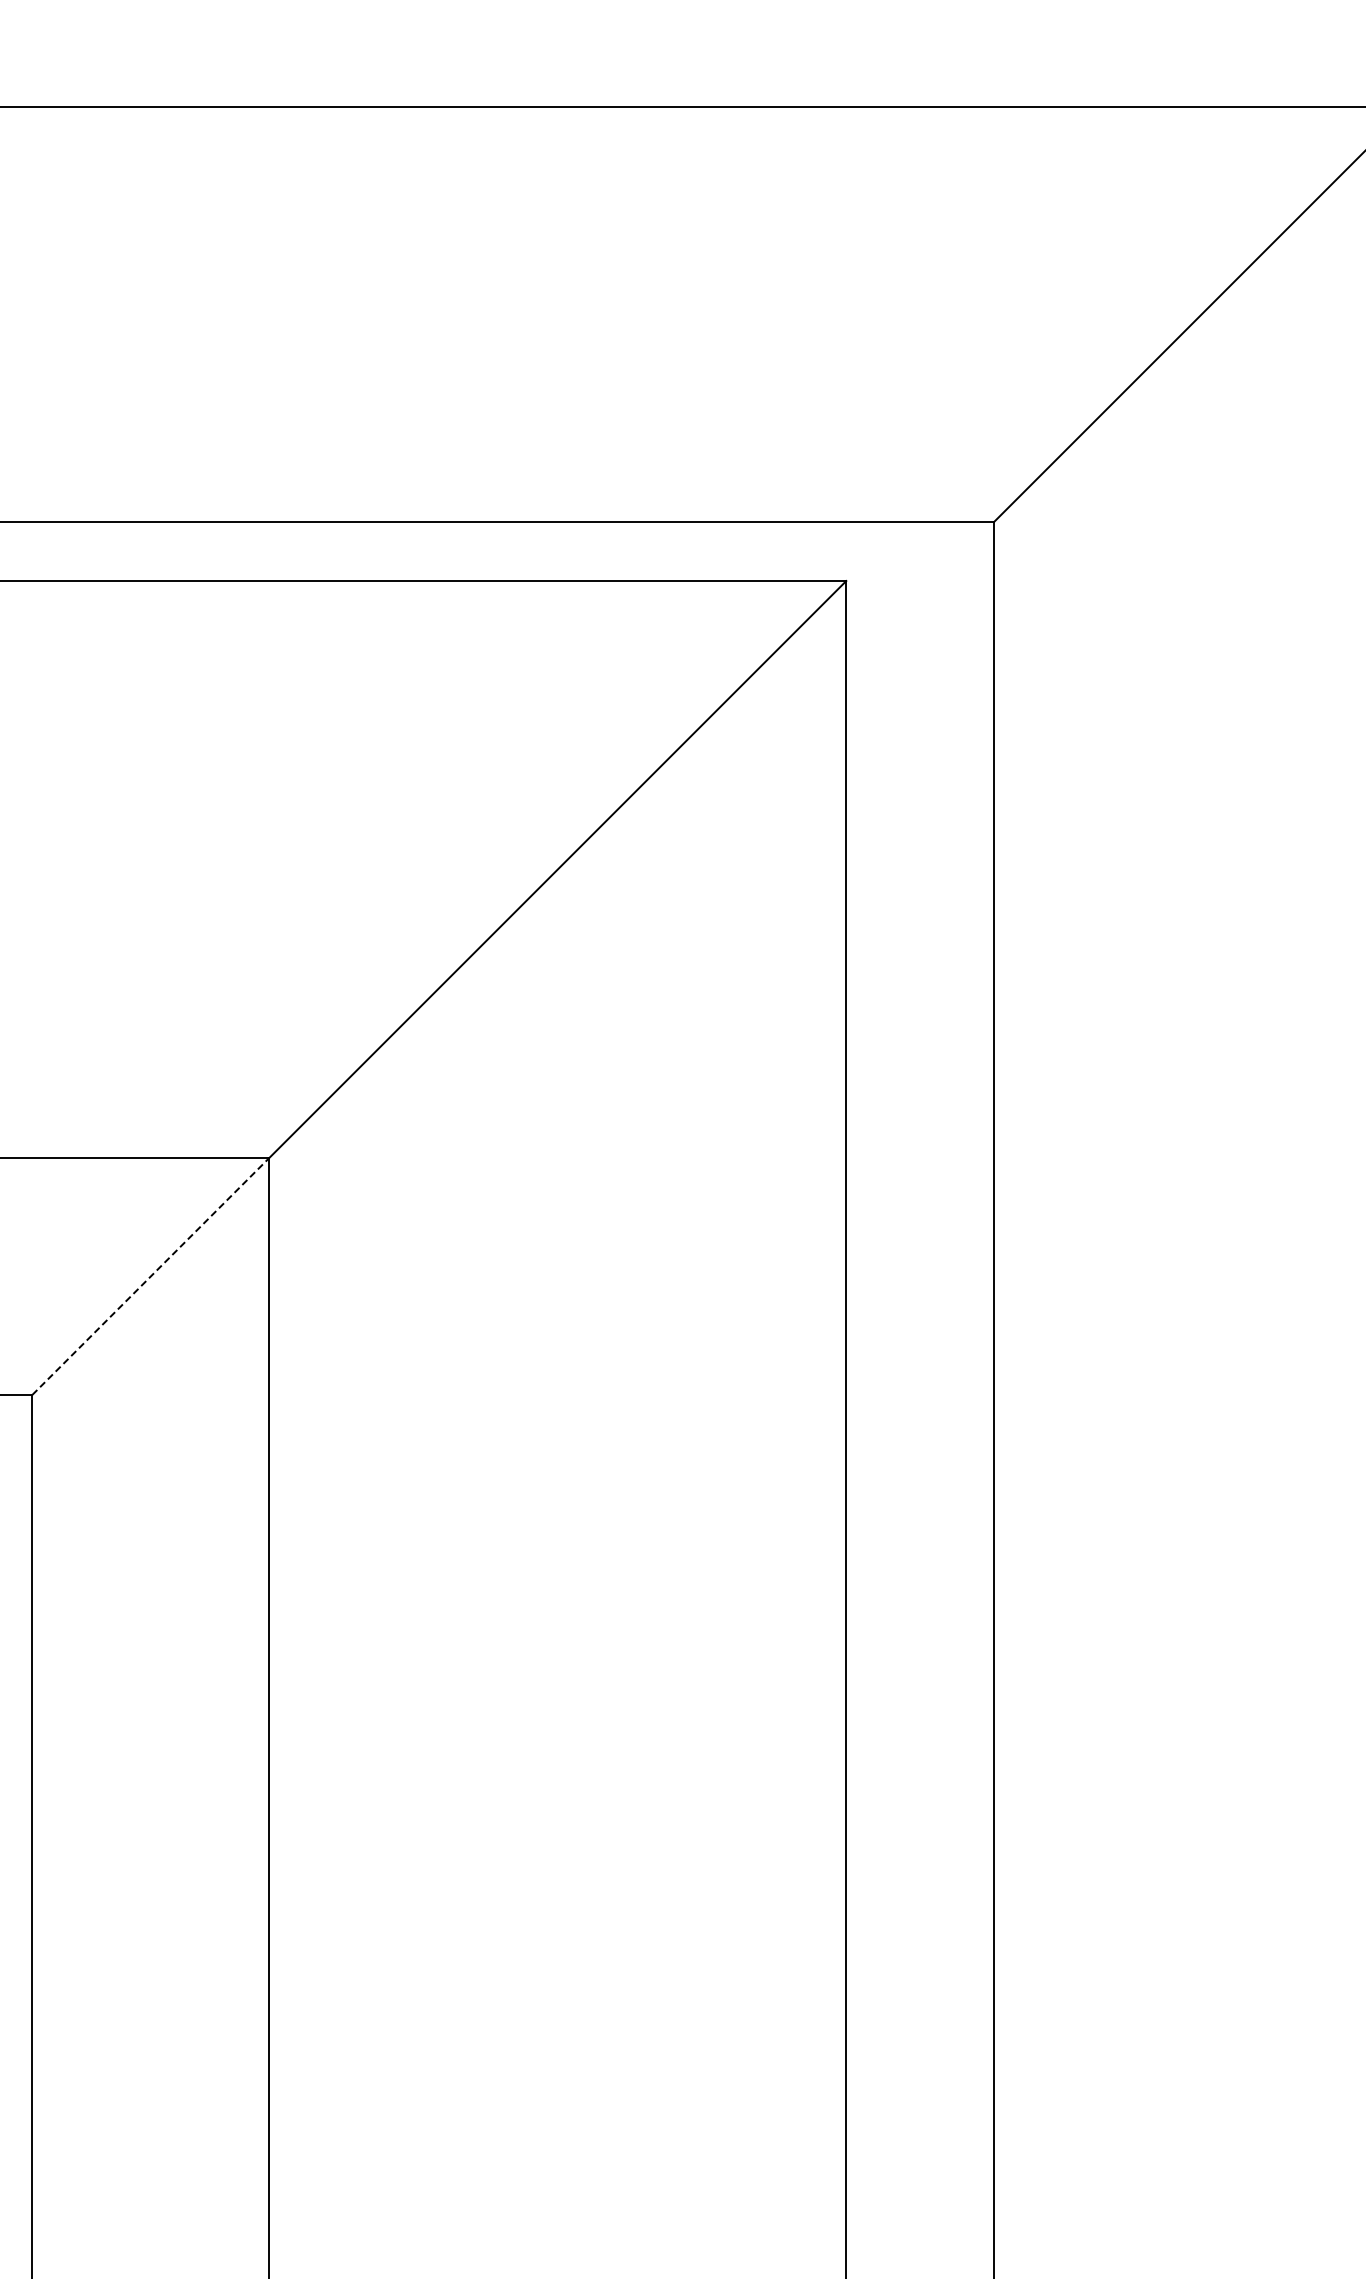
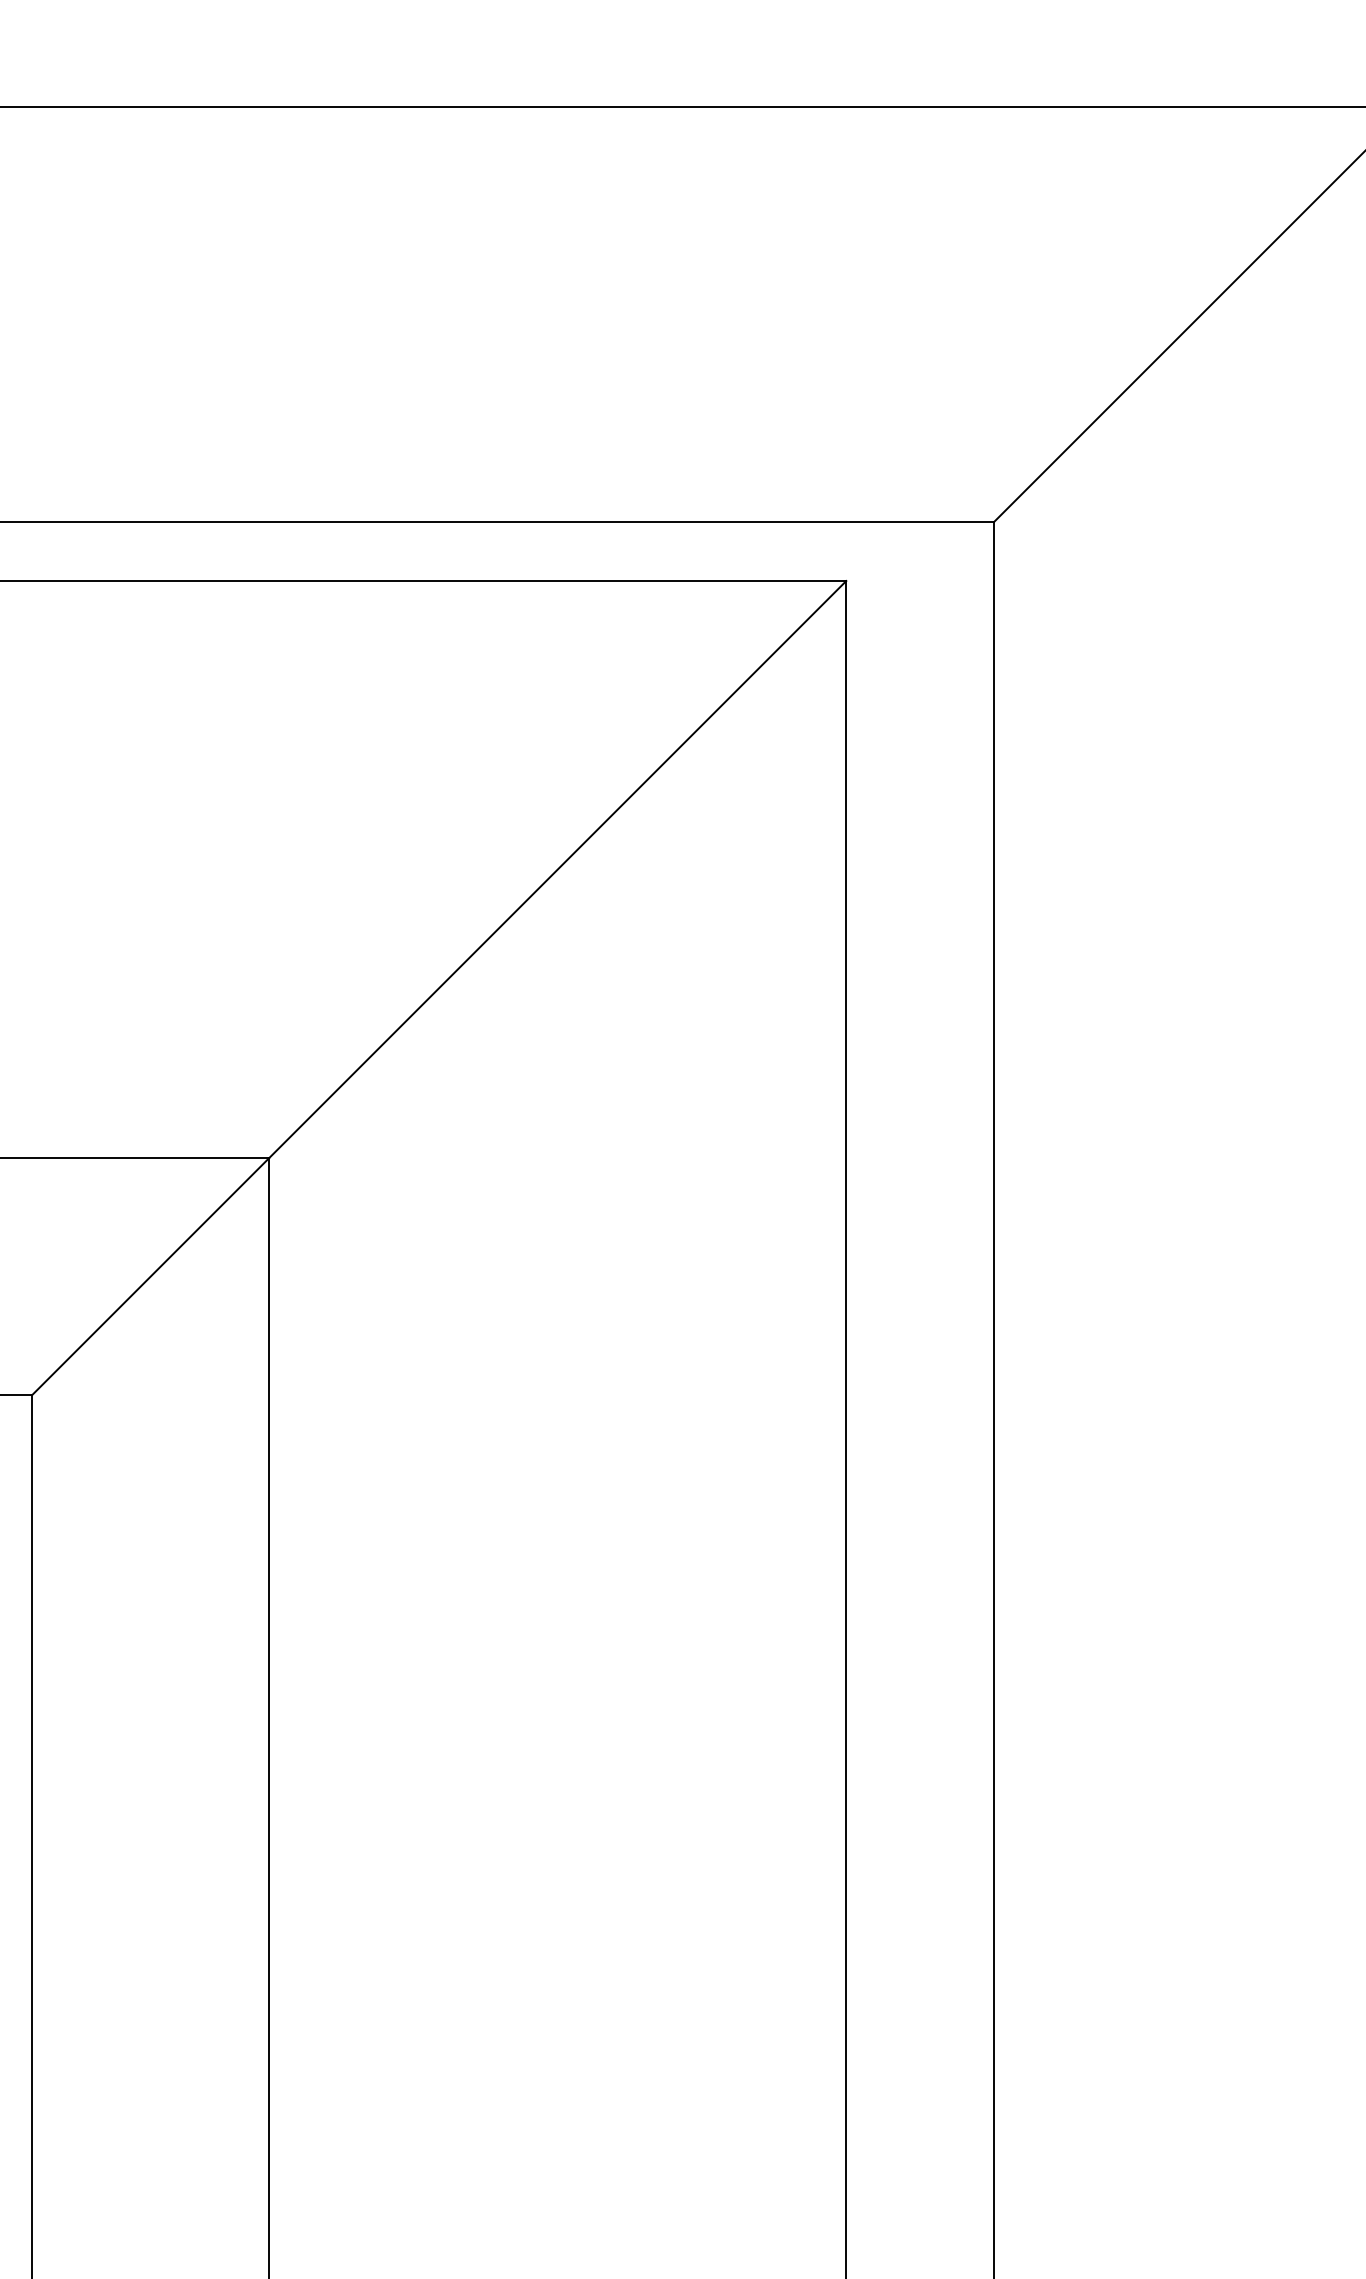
line at (151, 1276): dashed -> solid
